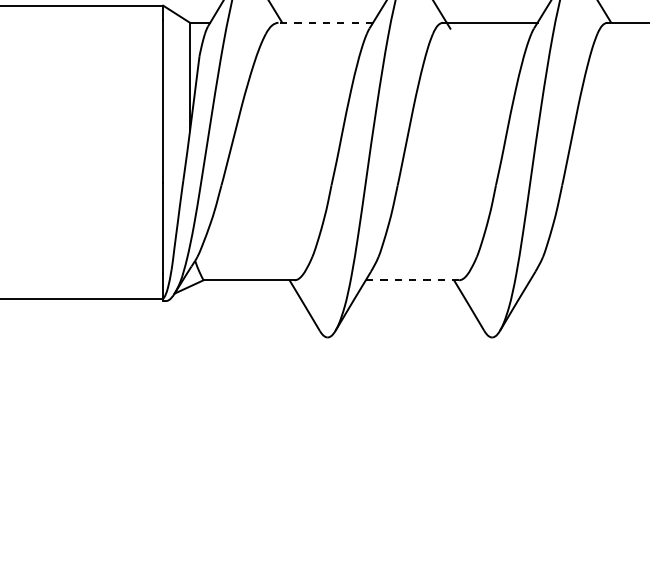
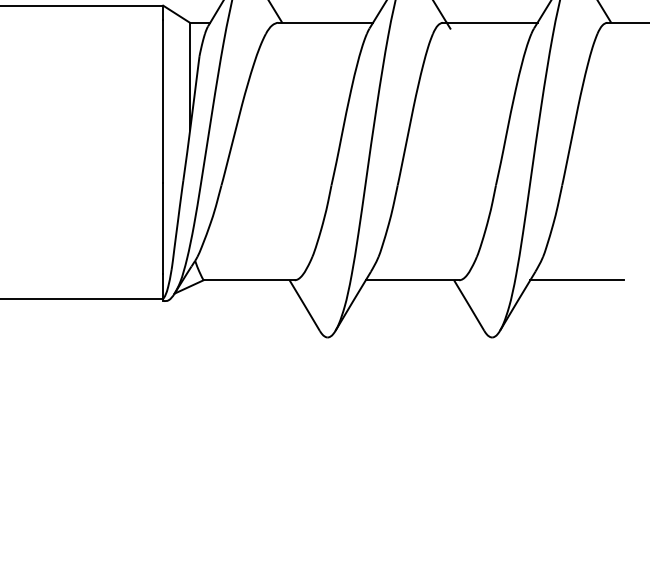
line at (325, 22): dashed -> solid
line at (412, 280): dashed -> solid
line at (576, 280): none -> present
